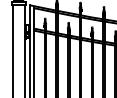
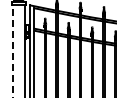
line at (13, 50): solid -> dashed
